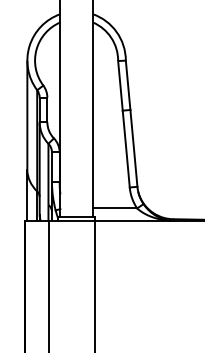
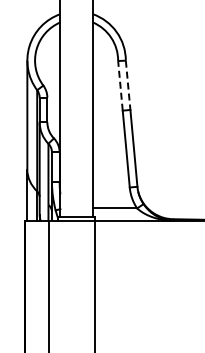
line at (120, 85): solid -> dashed
line at (128, 85): solid -> dashed
